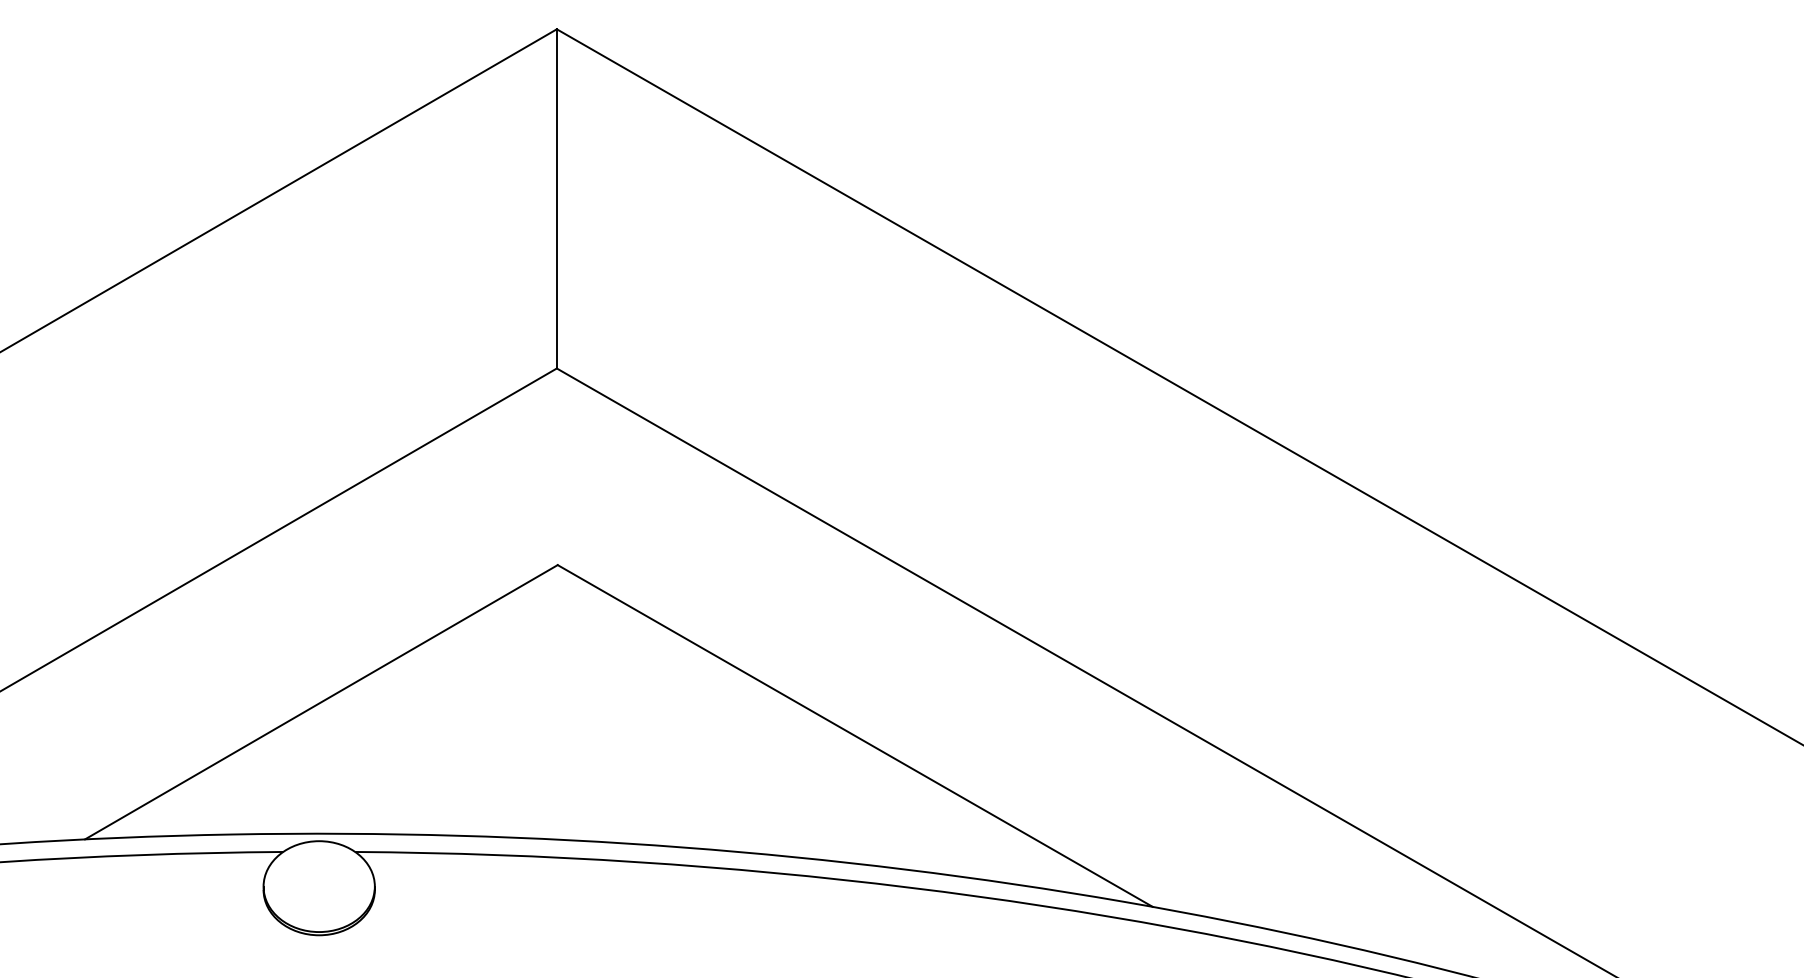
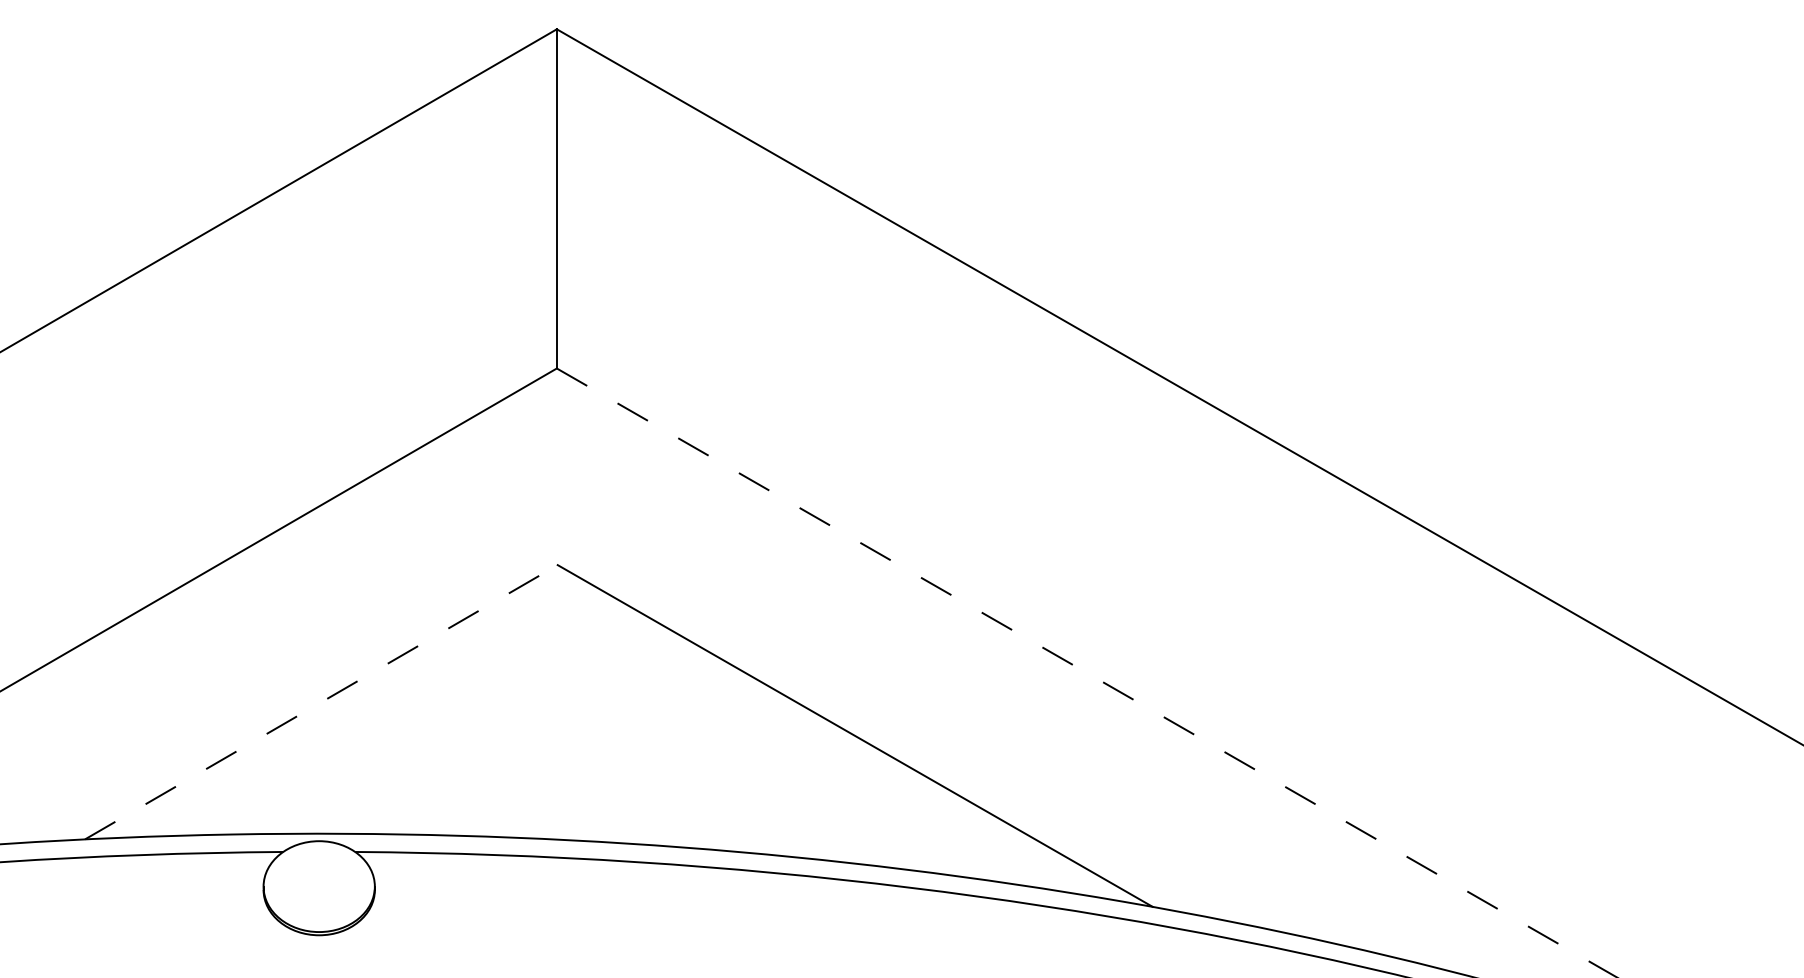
line at (1087, 673): solid -> dashed
line at (321, 701): solid -> dashed
